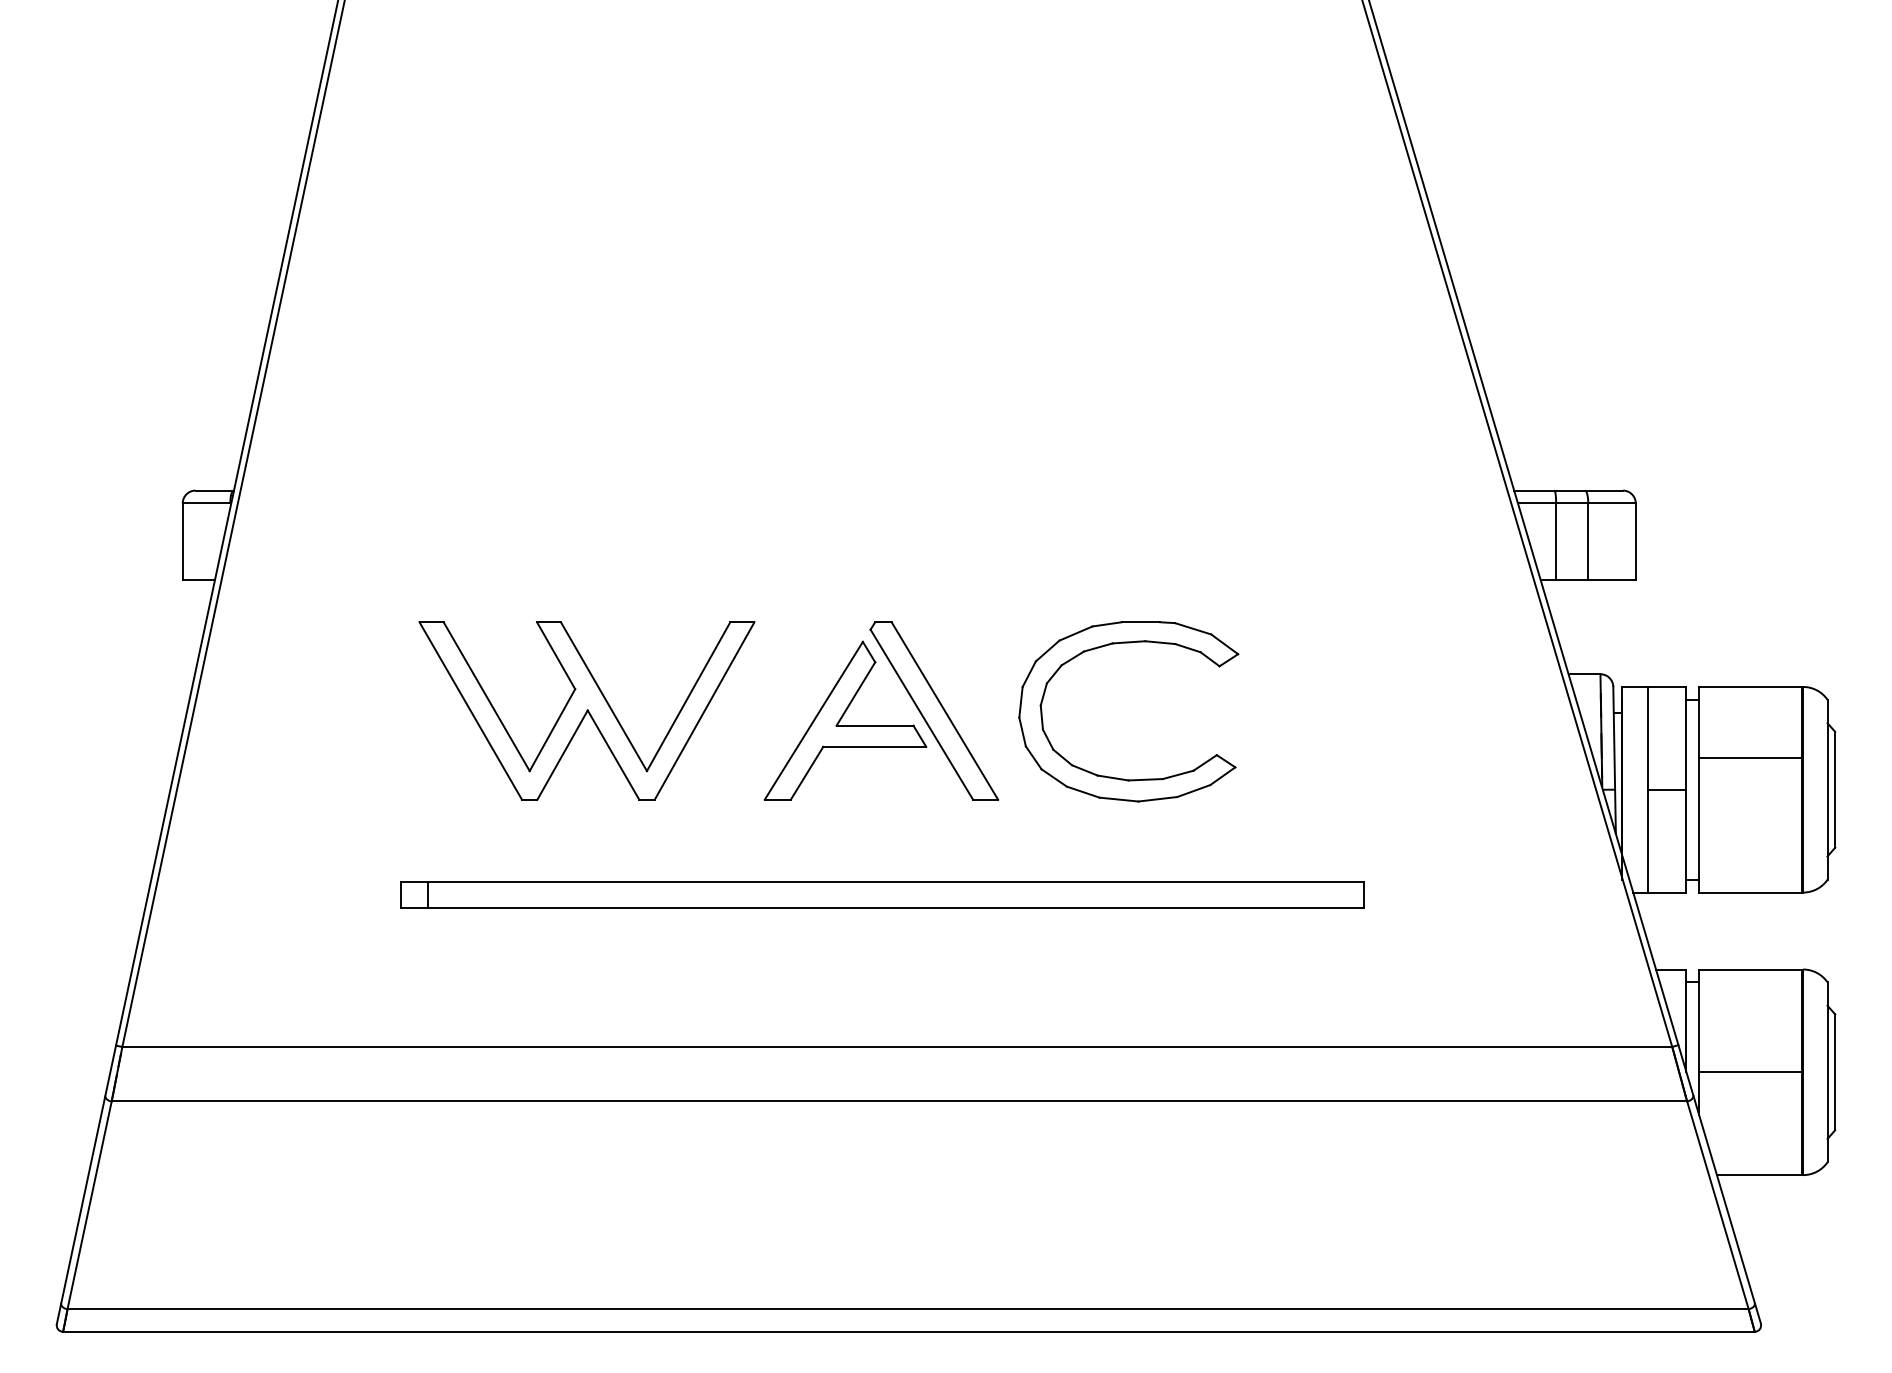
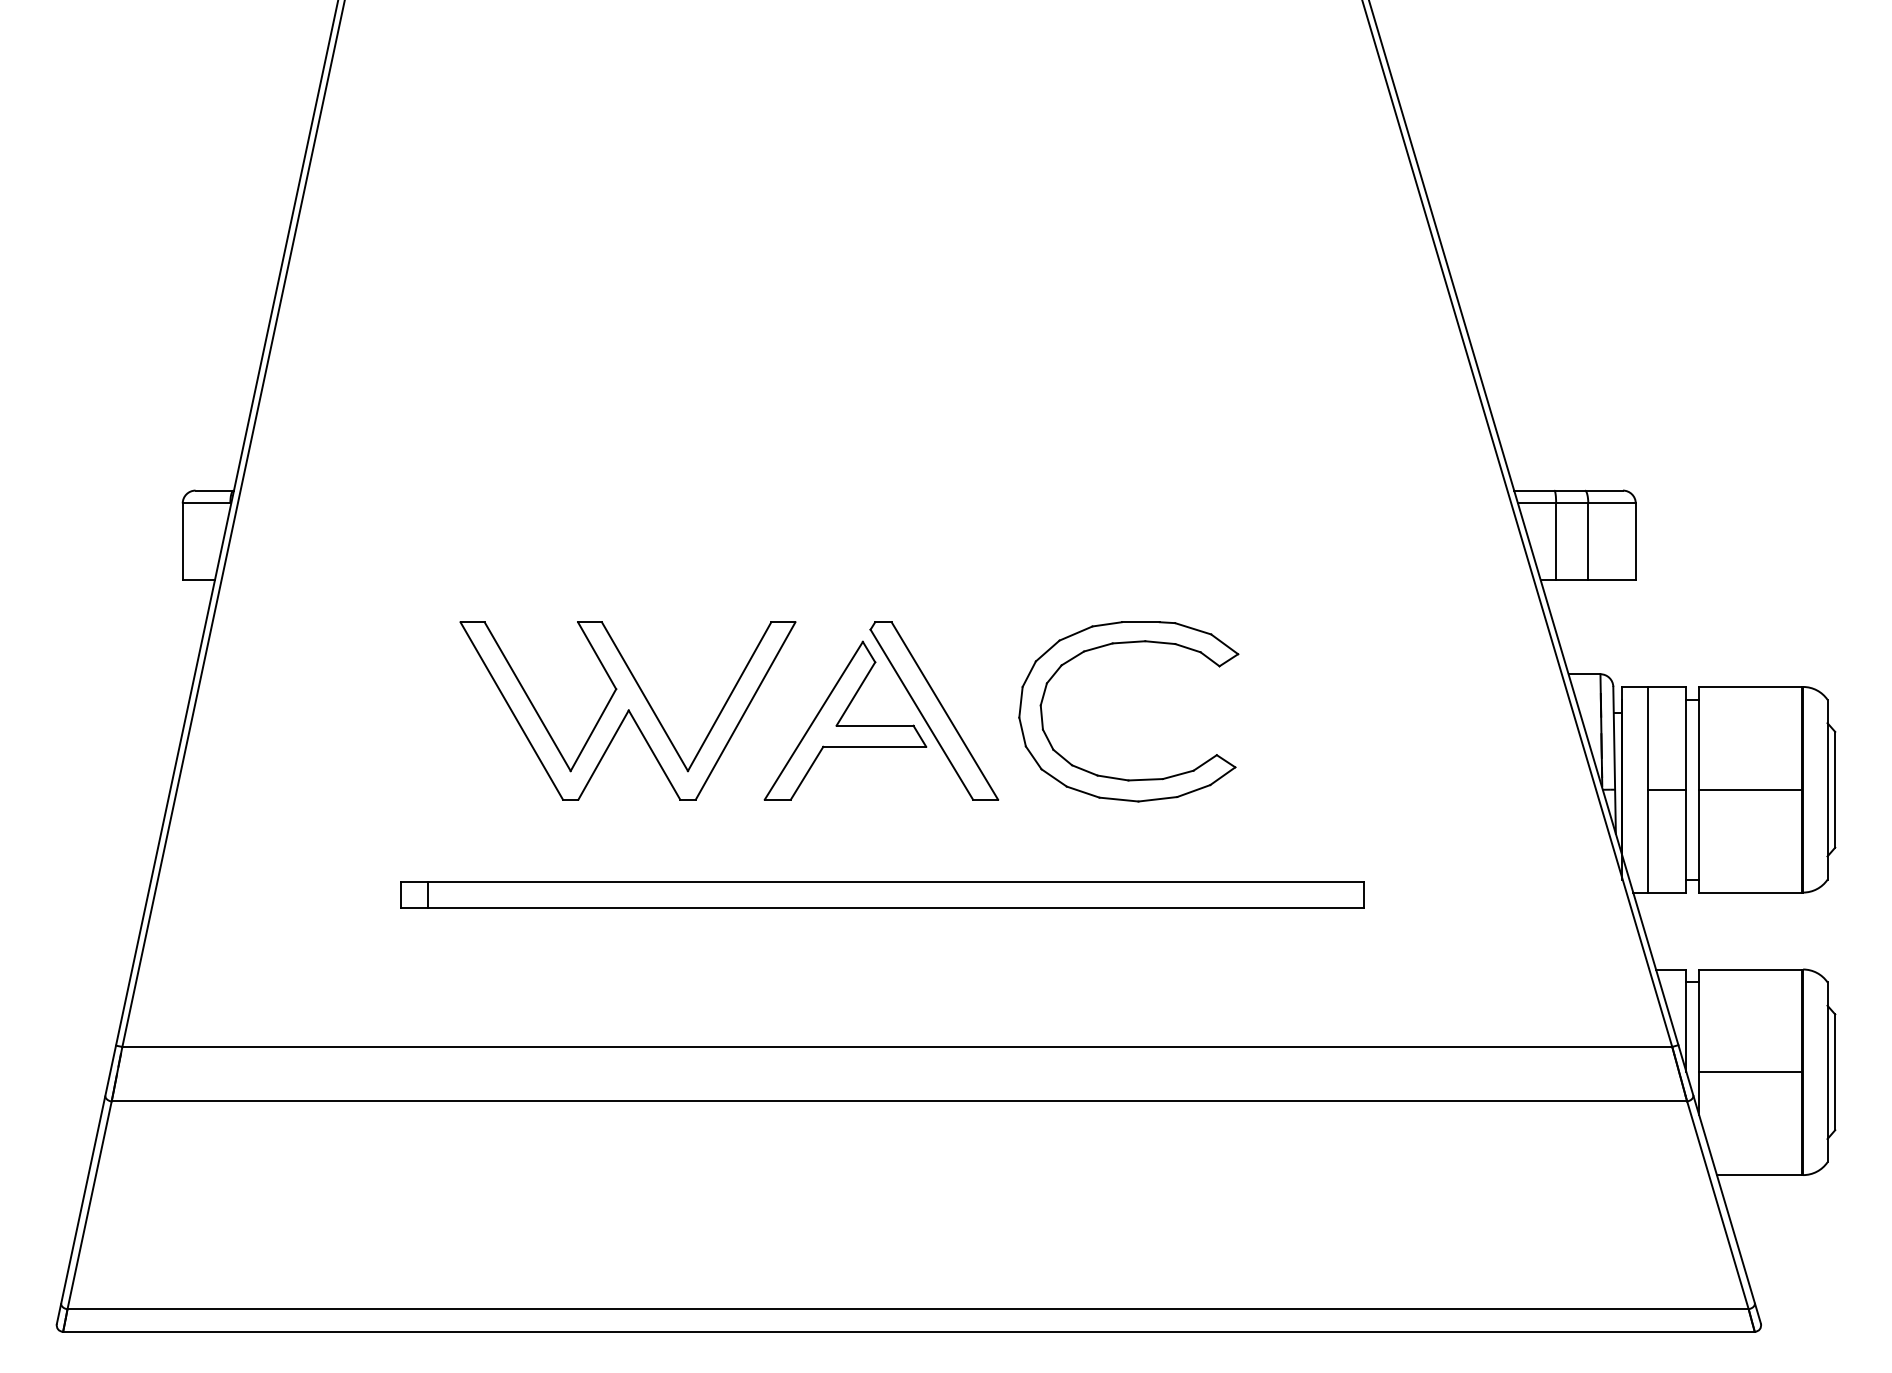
part at (586, 710) position: (586, 710) -> (627, 710)
line at (1750, 757) position: (1750, 757) -> (1750, 789)
